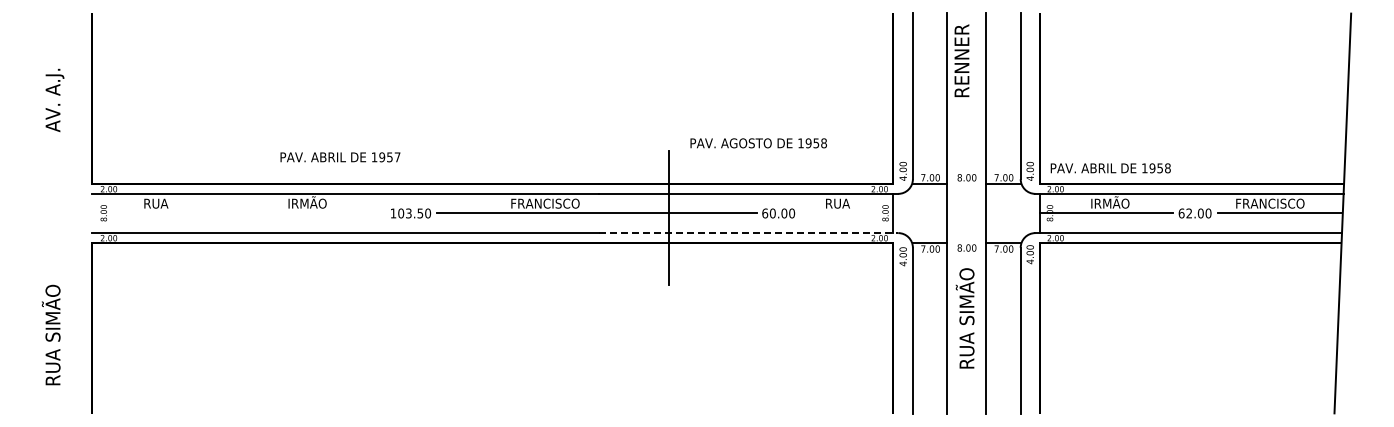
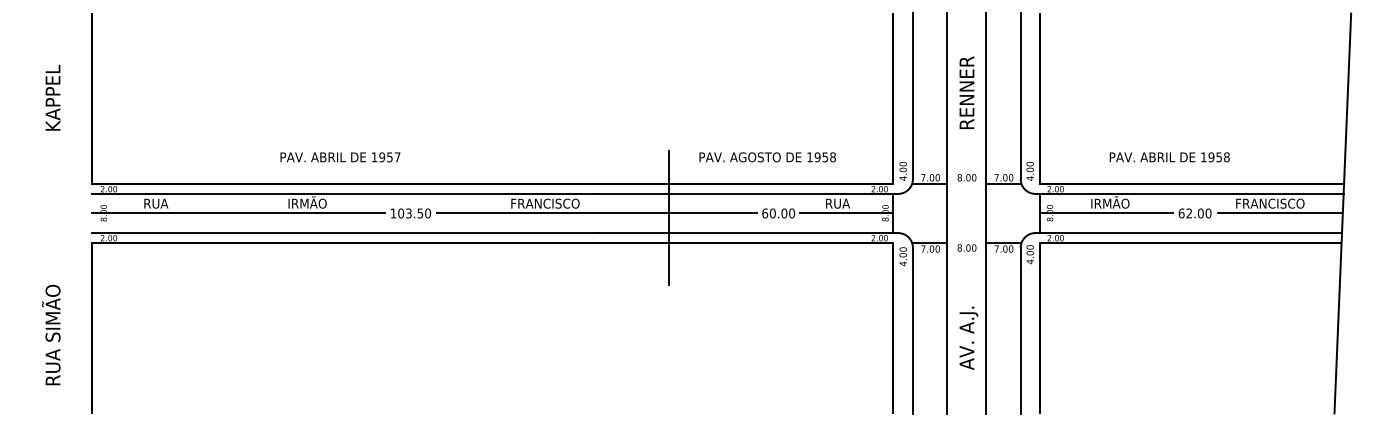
text at (961, 60) position: (961, 60) -> (966, 92)
text at (54, 98): AV. A.J. -> KAPPEL
text at (758, 143) position: (758, 143) -> (767, 157)
text at (1110, 168) position: (1110, 168) -> (1169, 157)
line at (238, 213): none -> present
line at (846, 213): none -> present
line at (749, 233): dashed -> solid
text at (966, 318): RUA SIMÃO -> AV. A.J.
